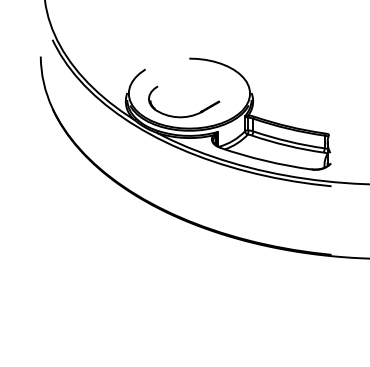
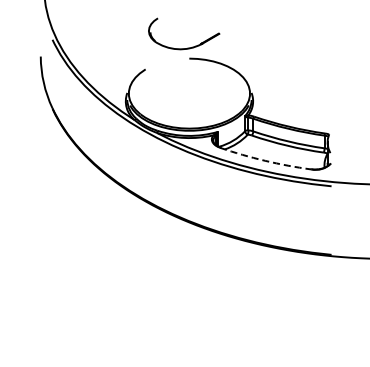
part at (187, 115) position: (187, 115) -> (187, 47)
arc at (265, 160): solid -> dashed
